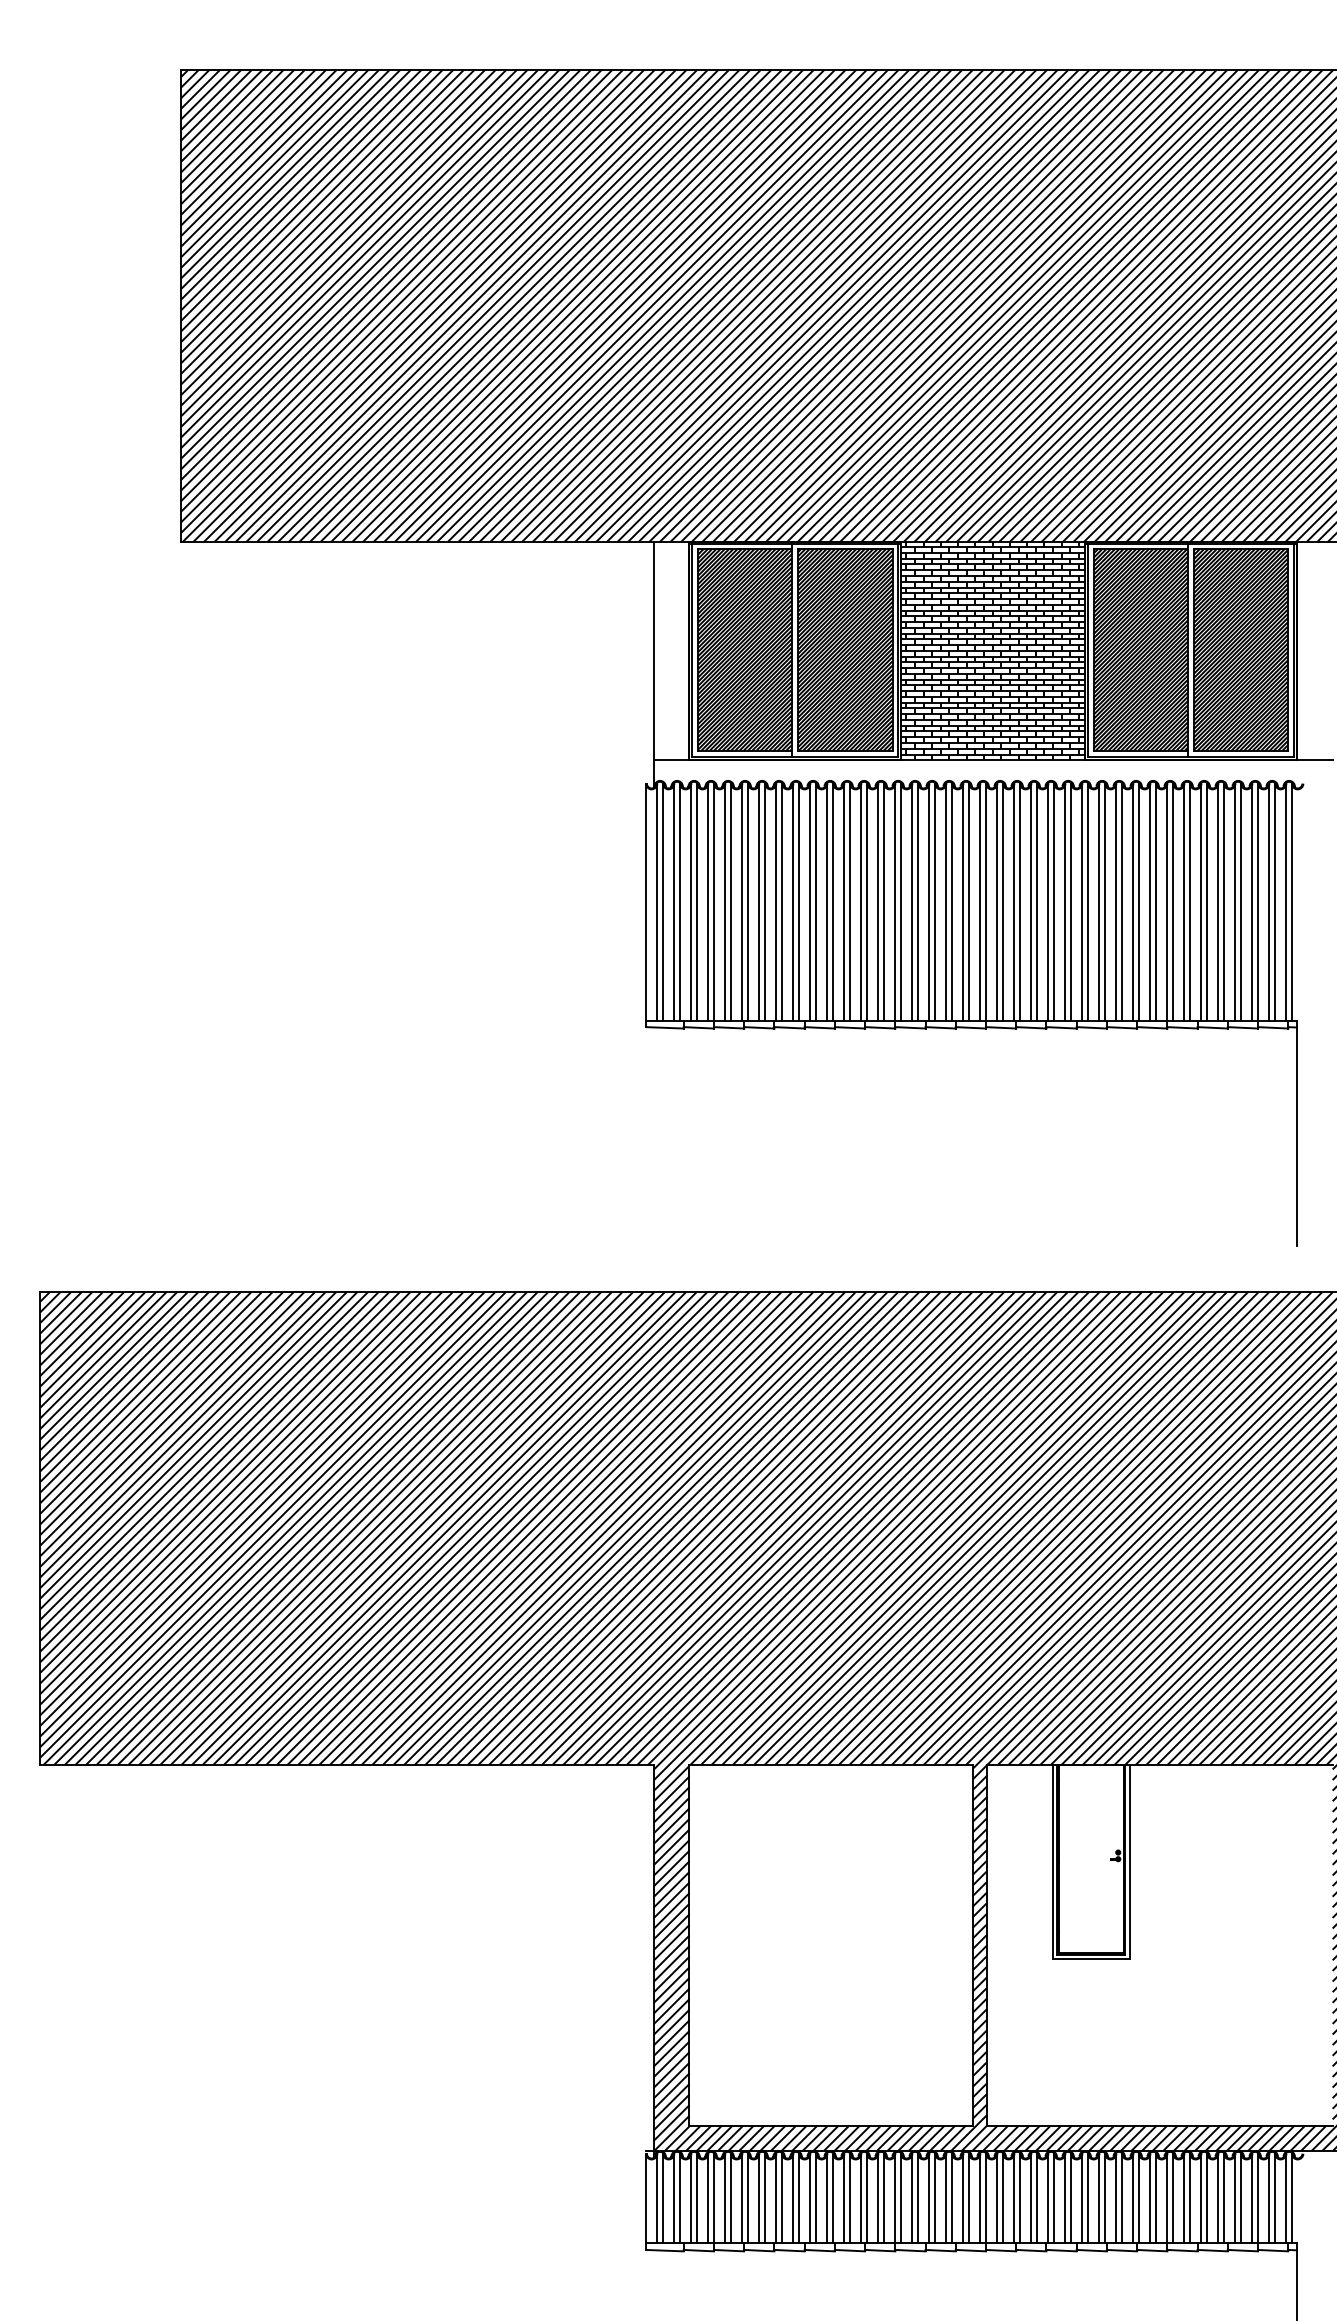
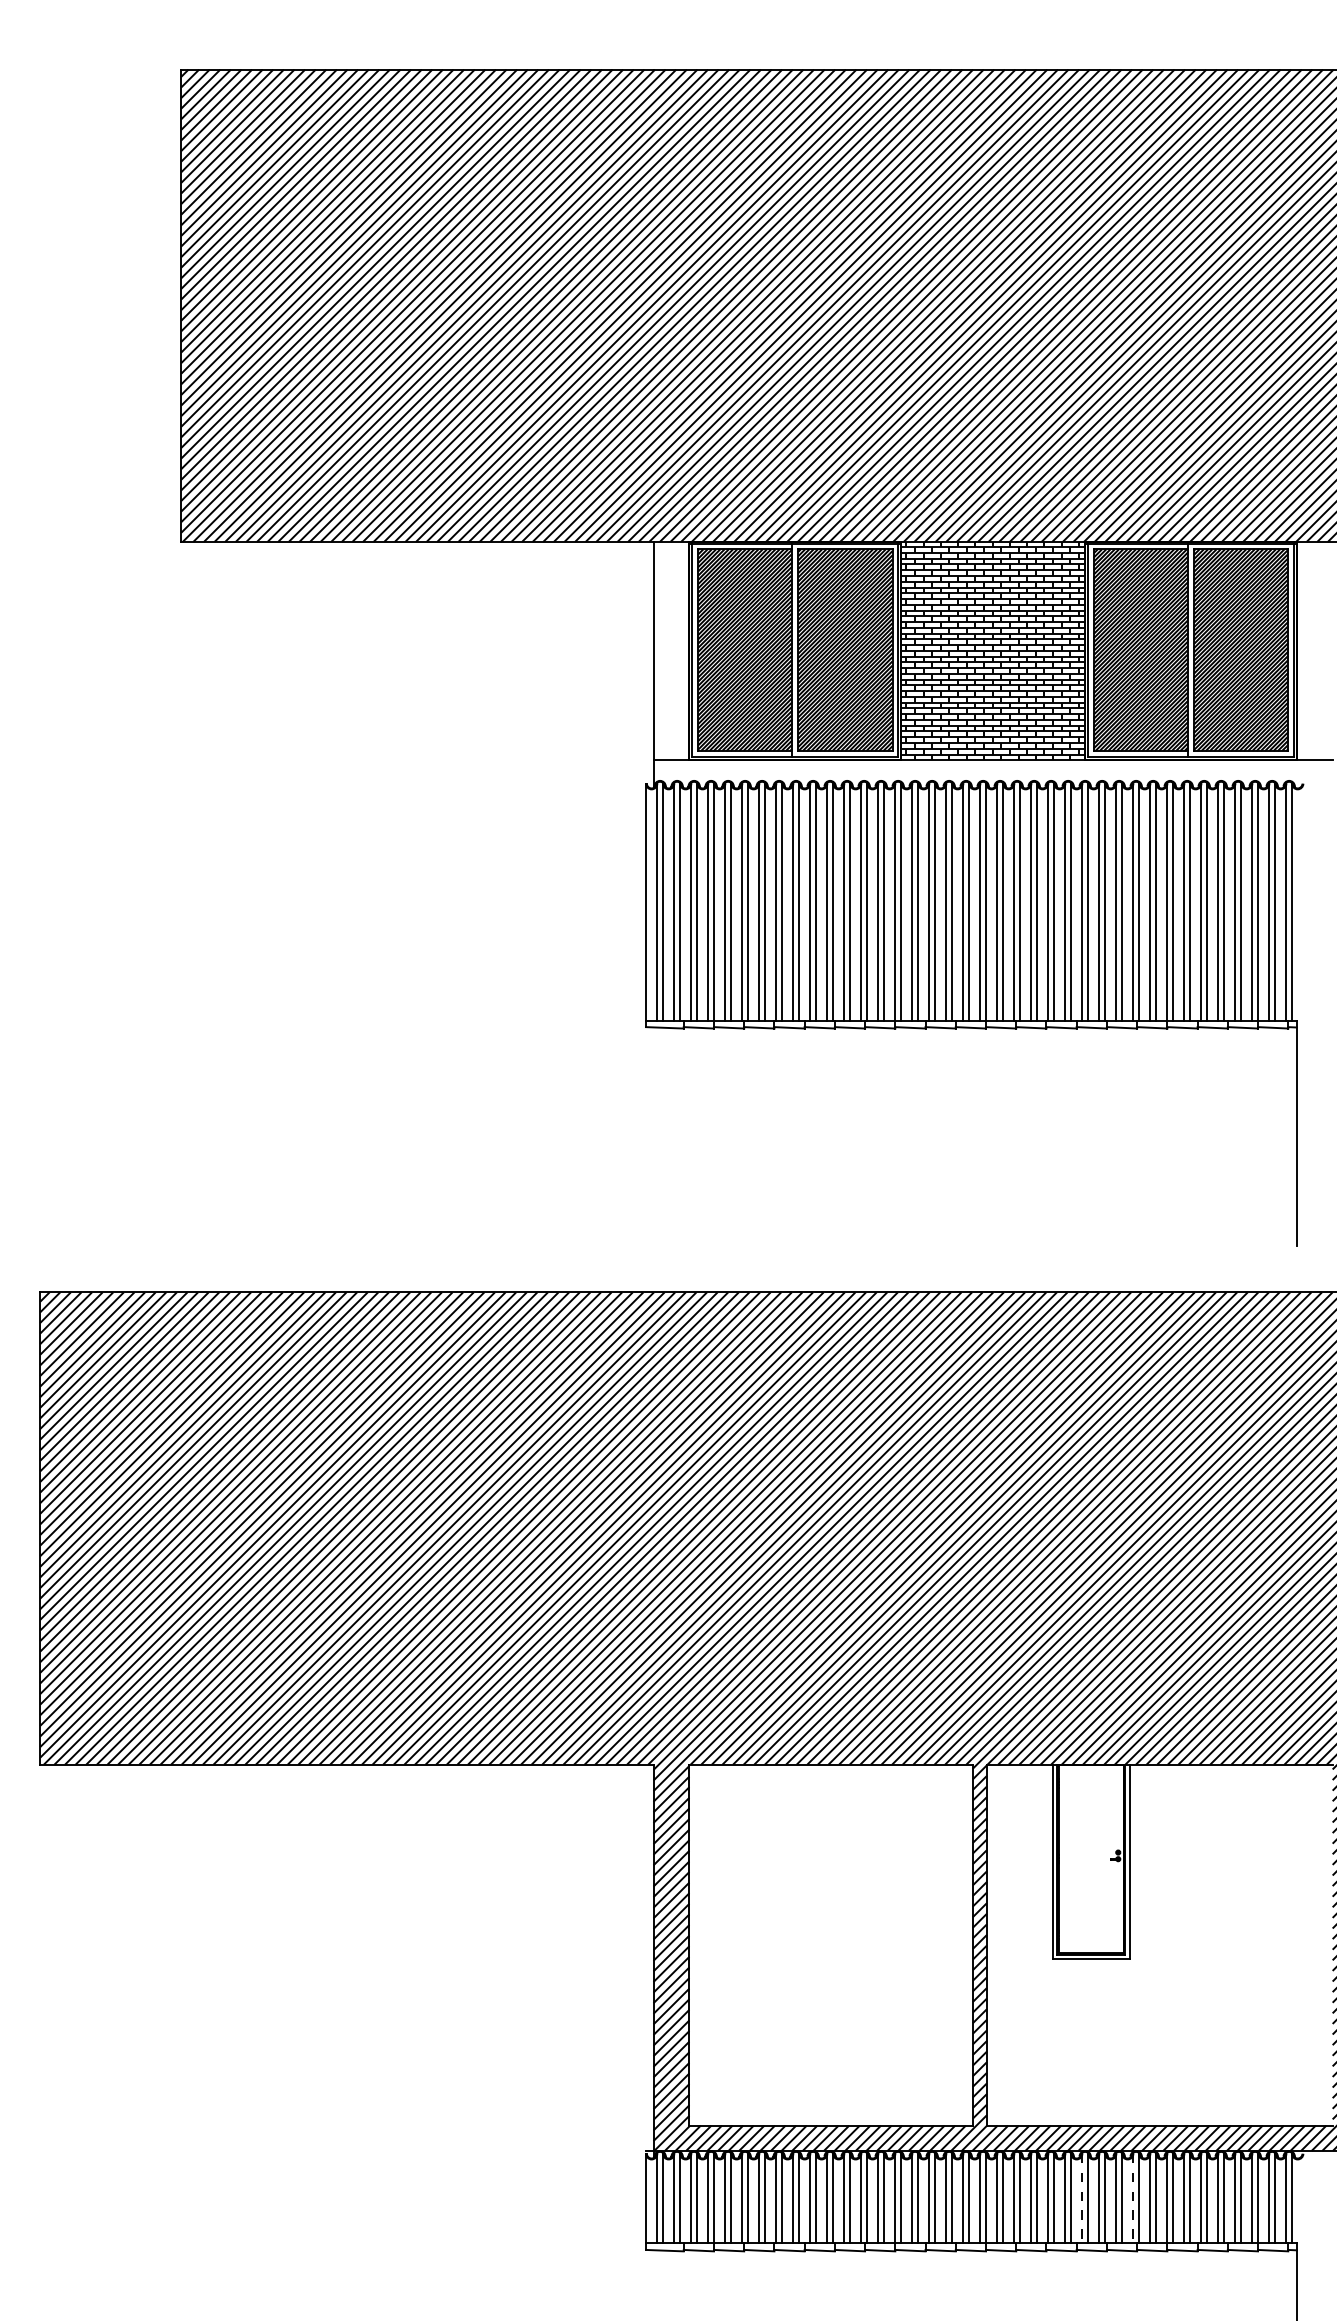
line at (1082, 2198): solid -> dashed
line at (1133, 2198): solid -> dashed
